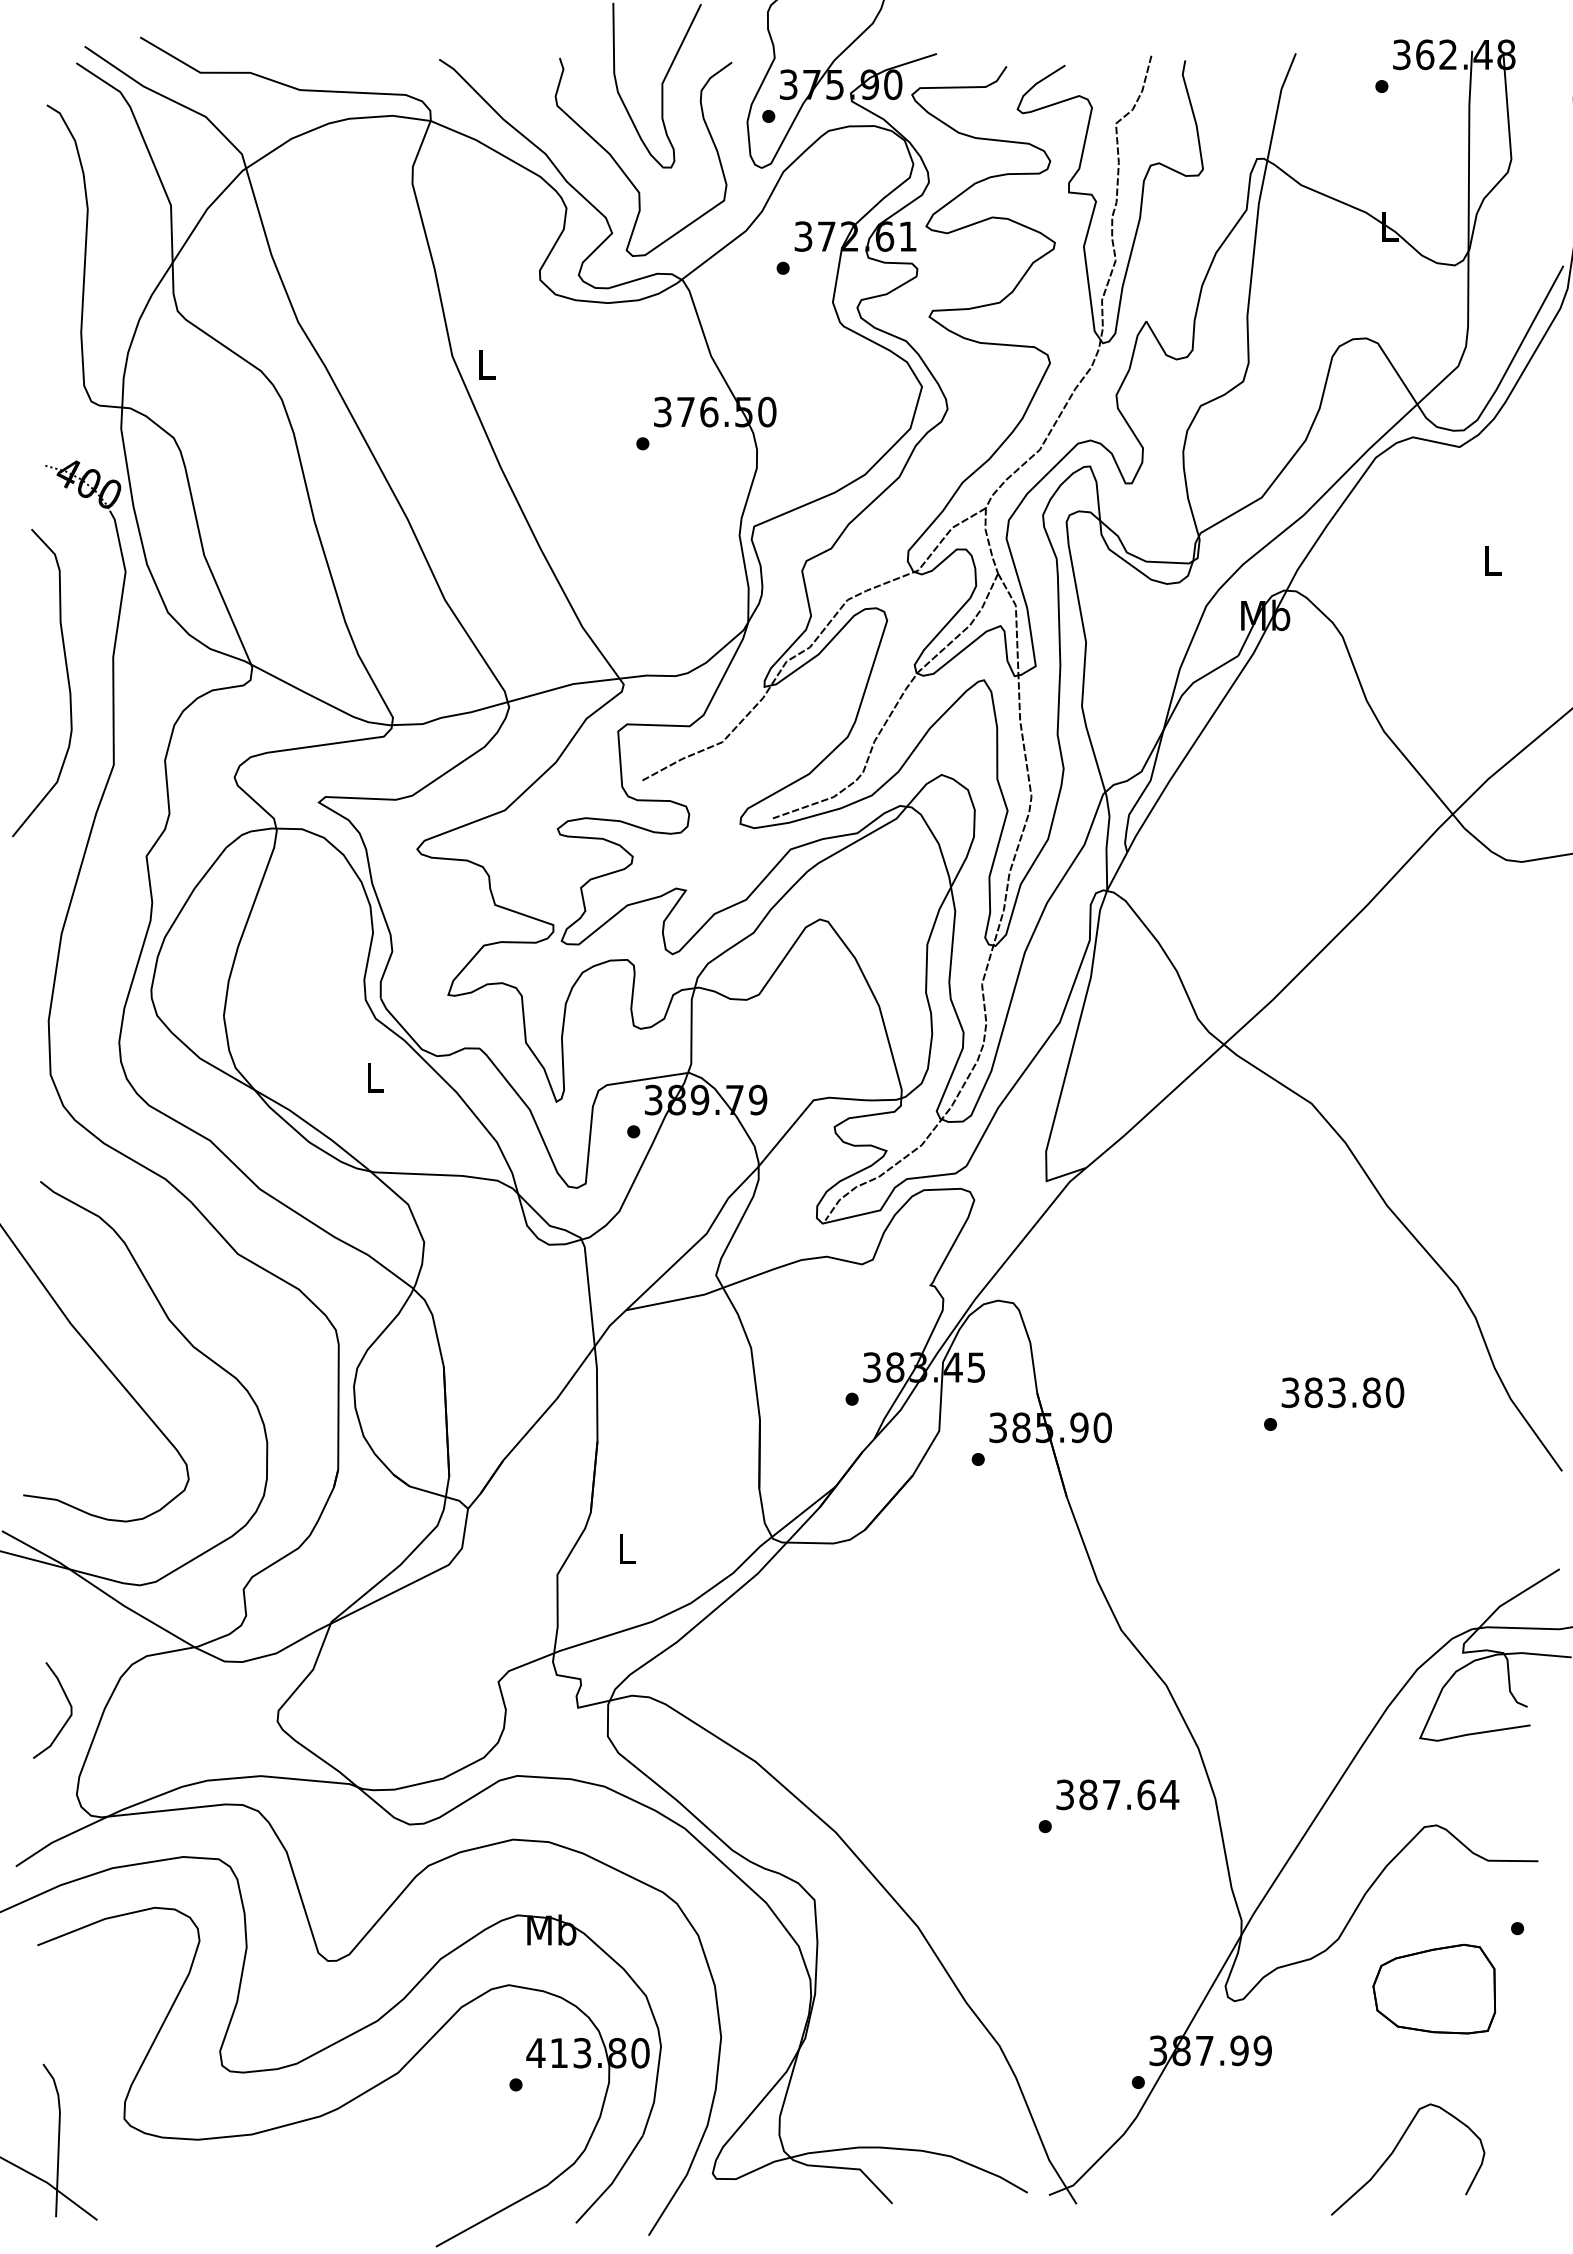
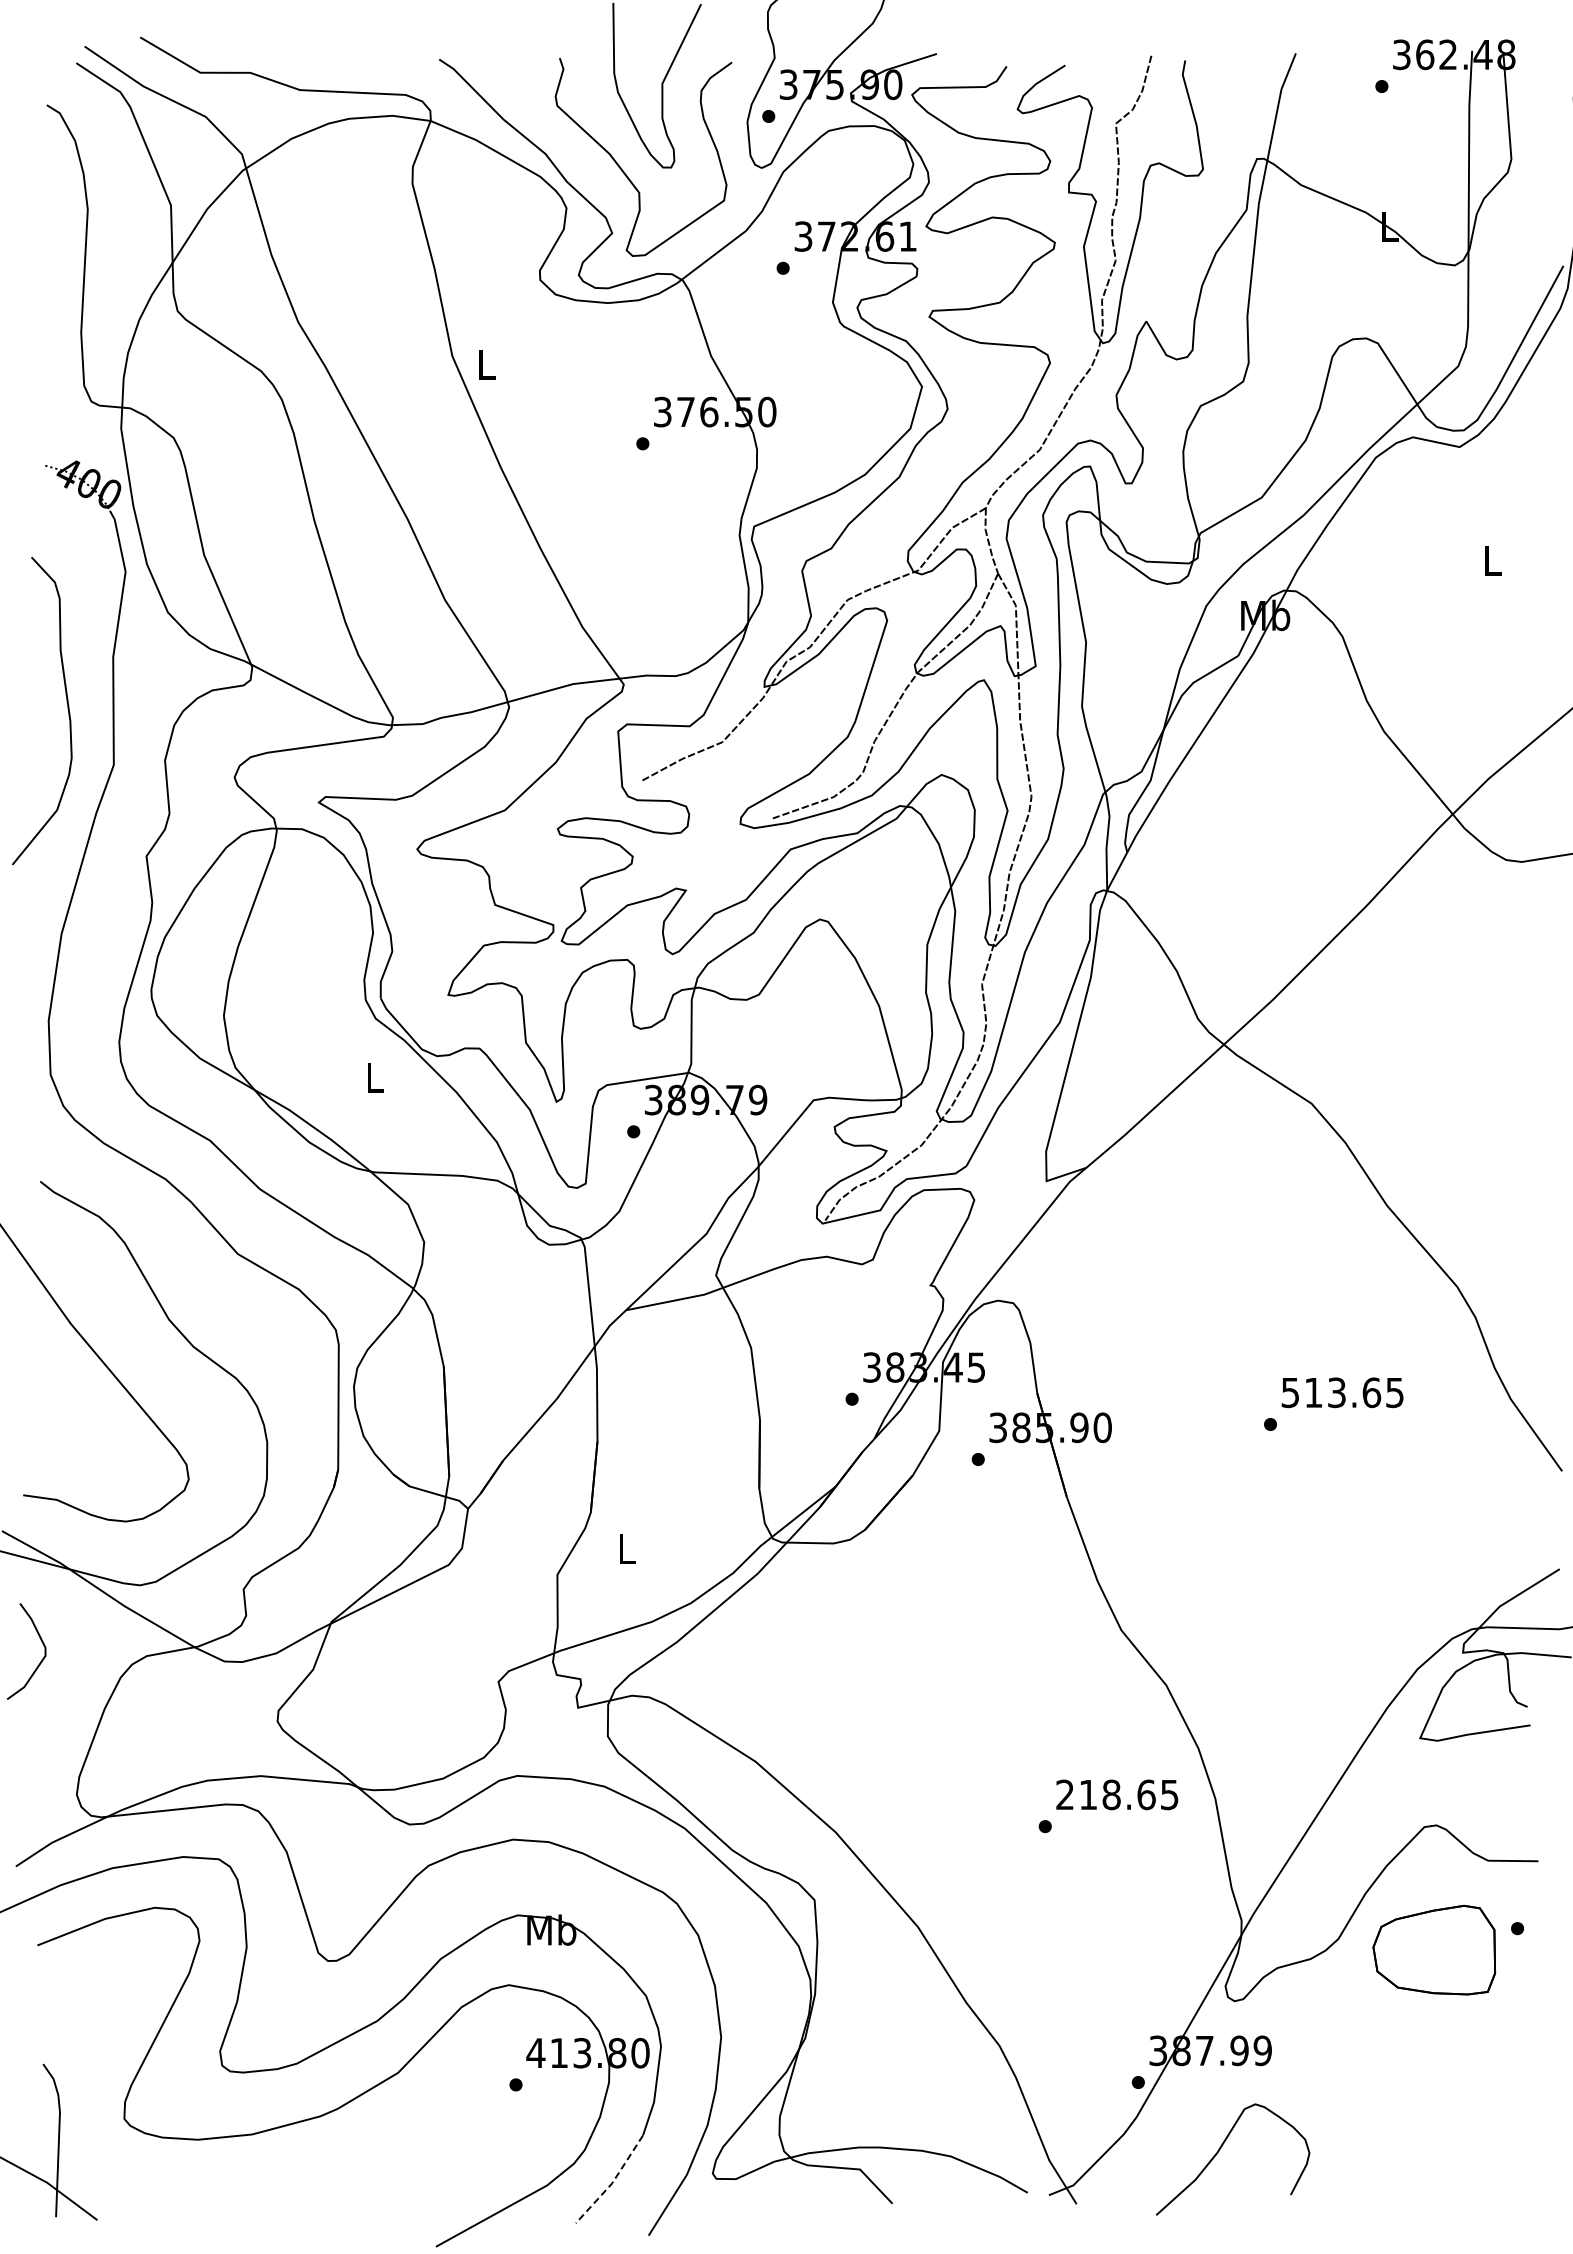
curve at (67, 681) position: (67, 681) -> (67, 709)
text at (1343, 1392): 383.80 -> 513.65
curve at (67, 1718) position: (67, 1718) -> (41, 1659)
text at (1117, 1794): 387.64 -> 218.65
part at (1434, 1988) position: (1434, 1988) -> (1434, 1949)
curve at (1394, 2151) position: (1394, 2151) -> (1219, 2151)
line at (612, 2182): solid -> dashed
